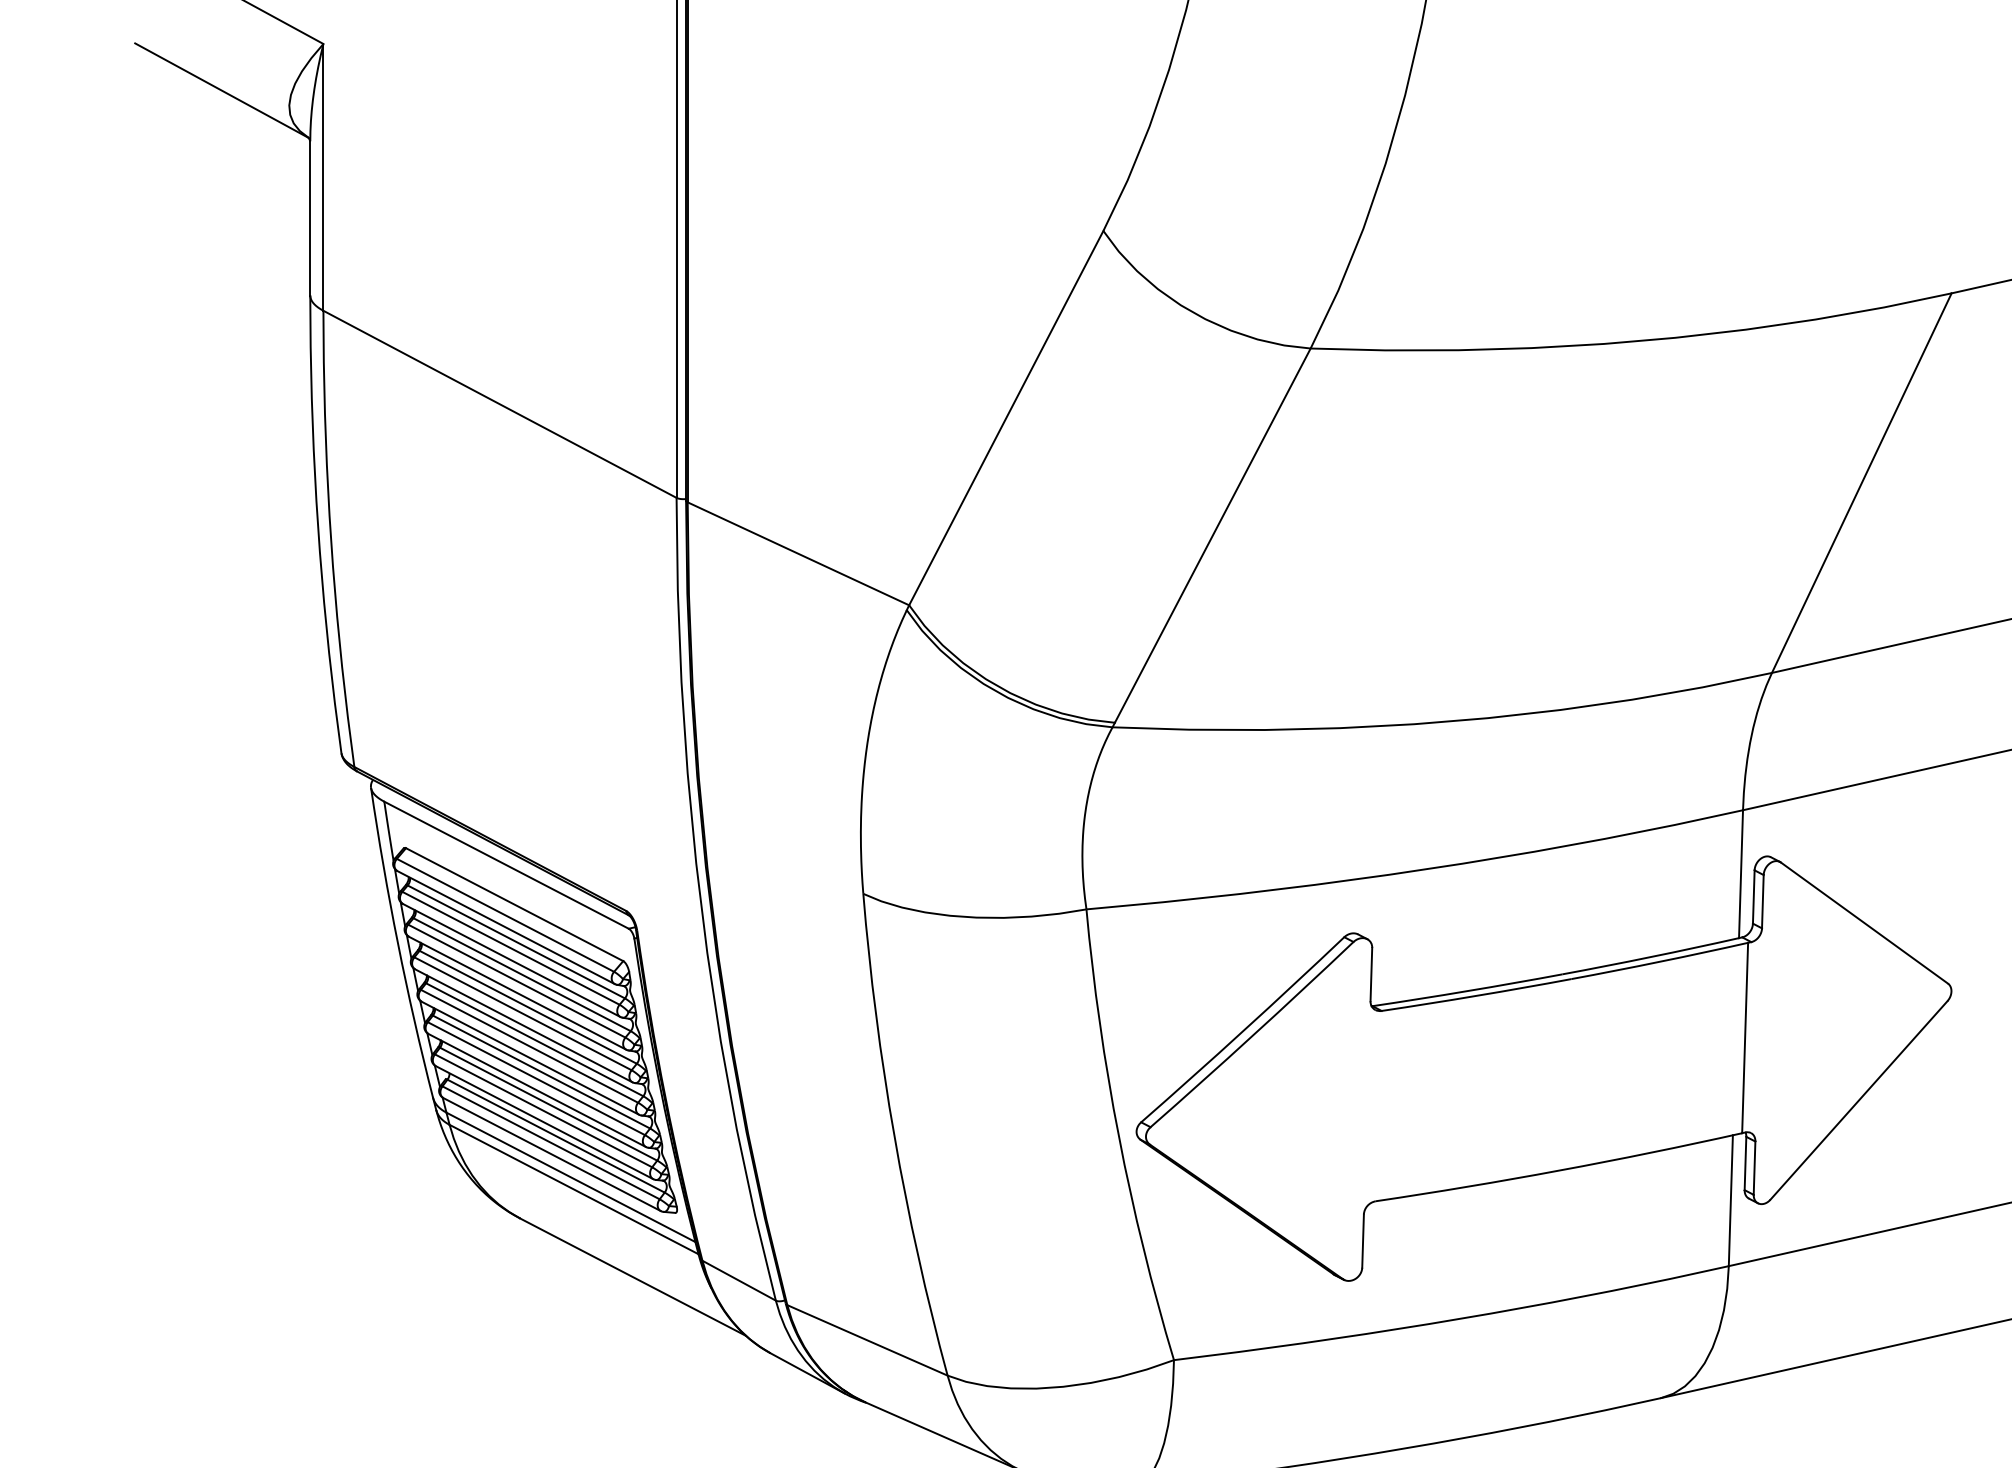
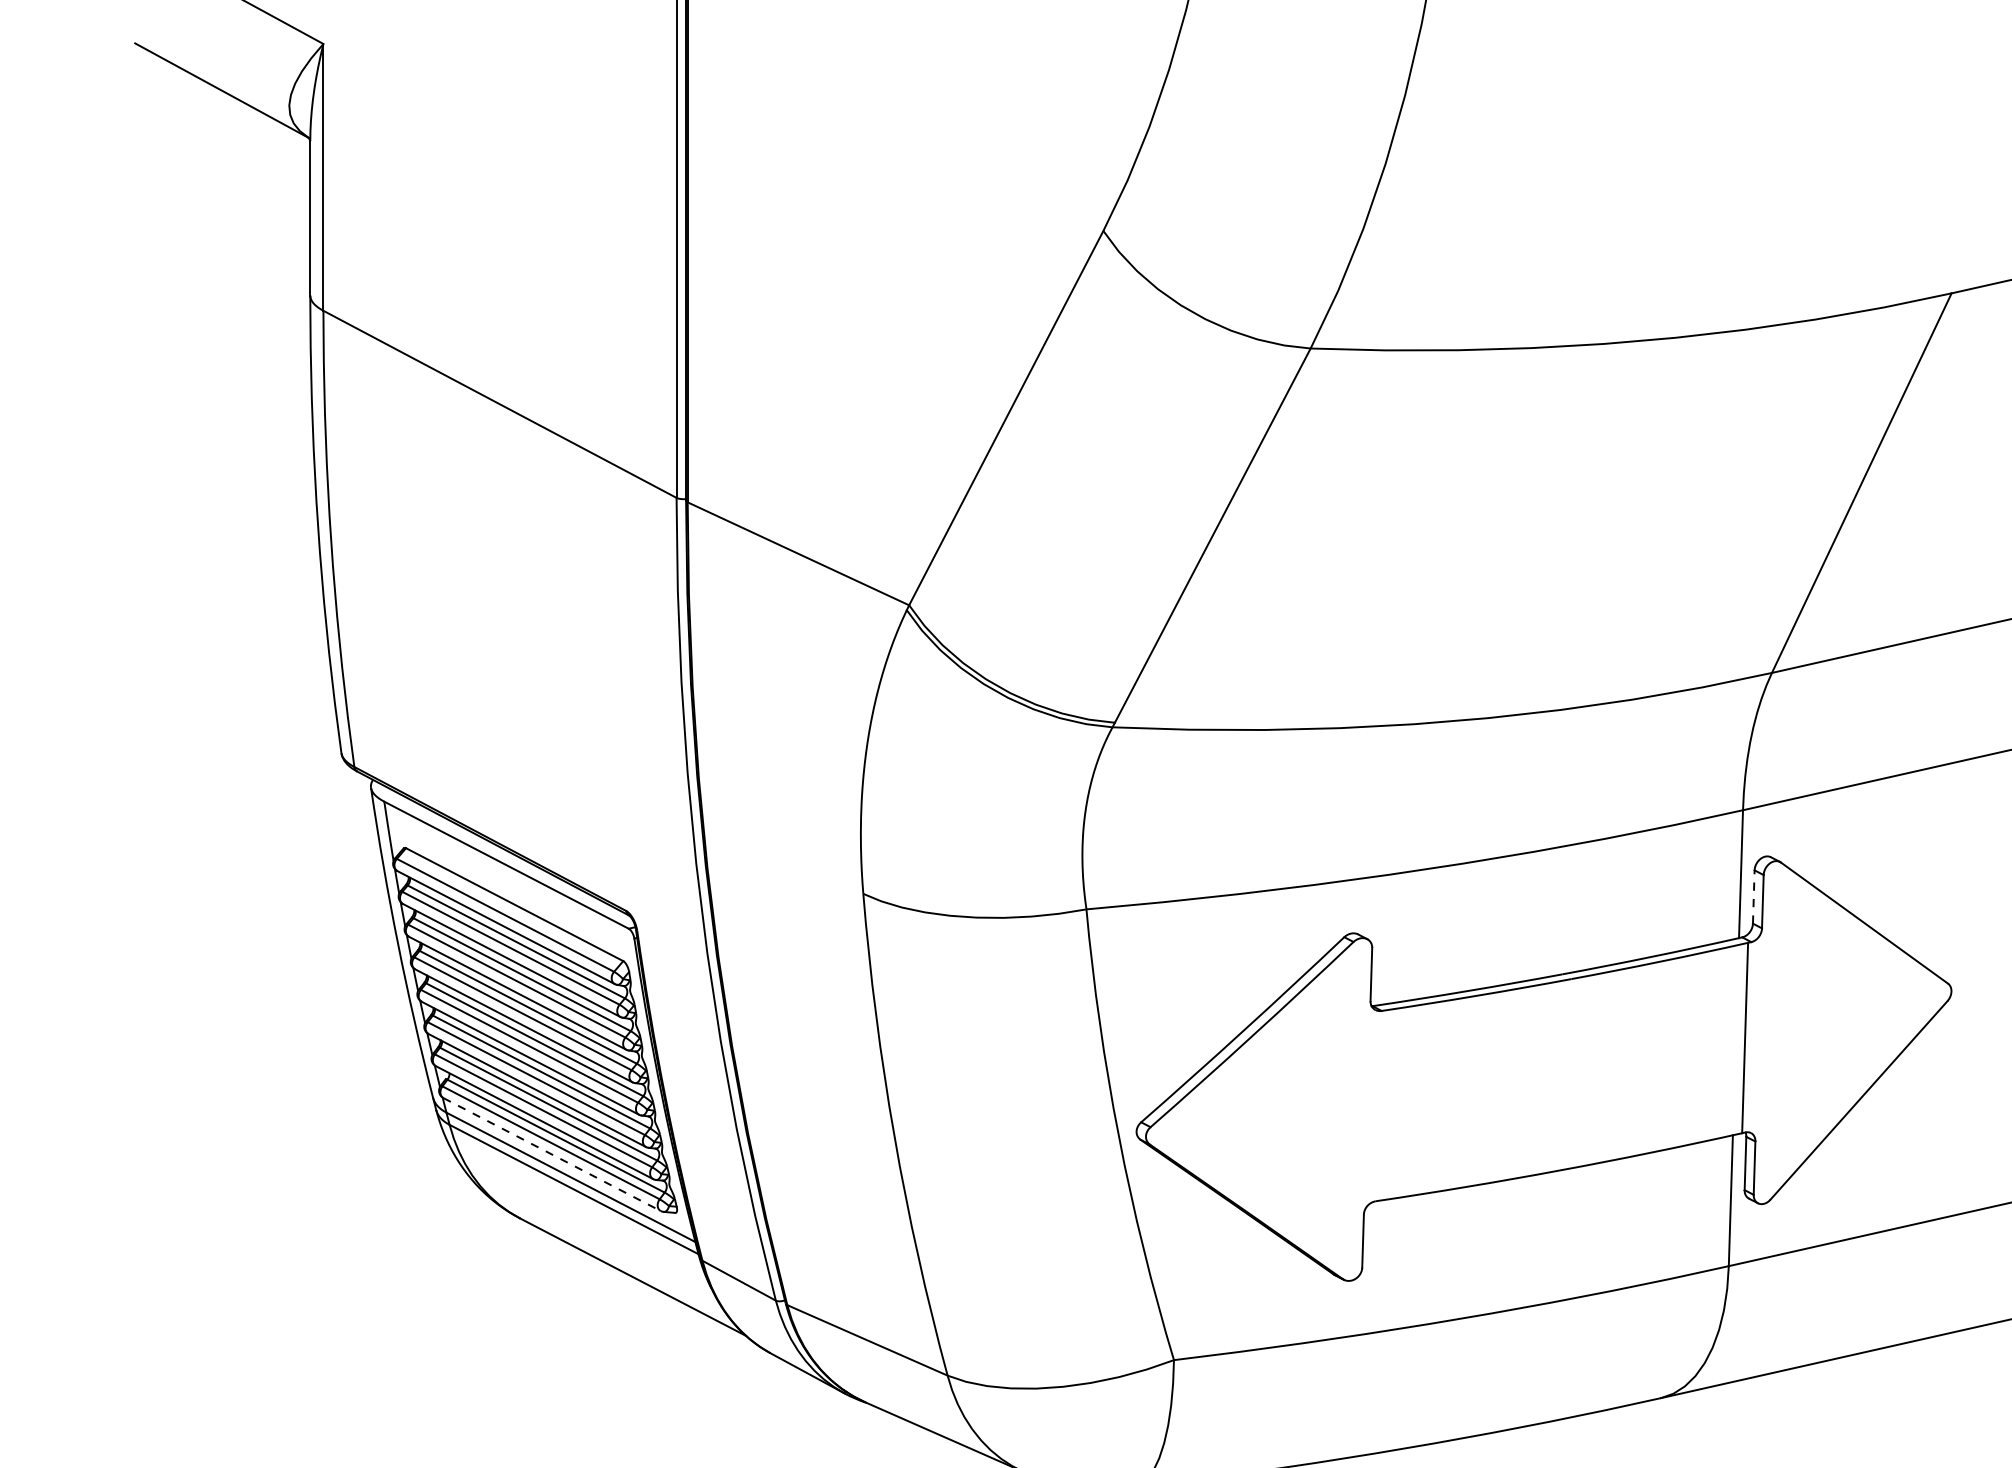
line at (1753, 897): solid -> dashed
line at (552, 1154): solid -> dashed
